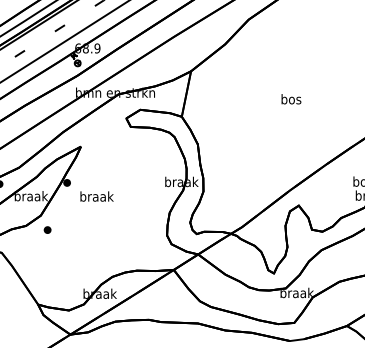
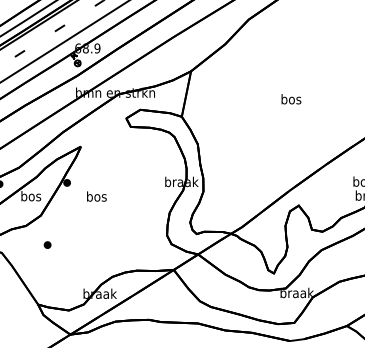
text at (30, 196): braak -> bos
text at (96, 196): braak -> bos
part at (47, 229) position: (47, 229) -> (47, 244)
